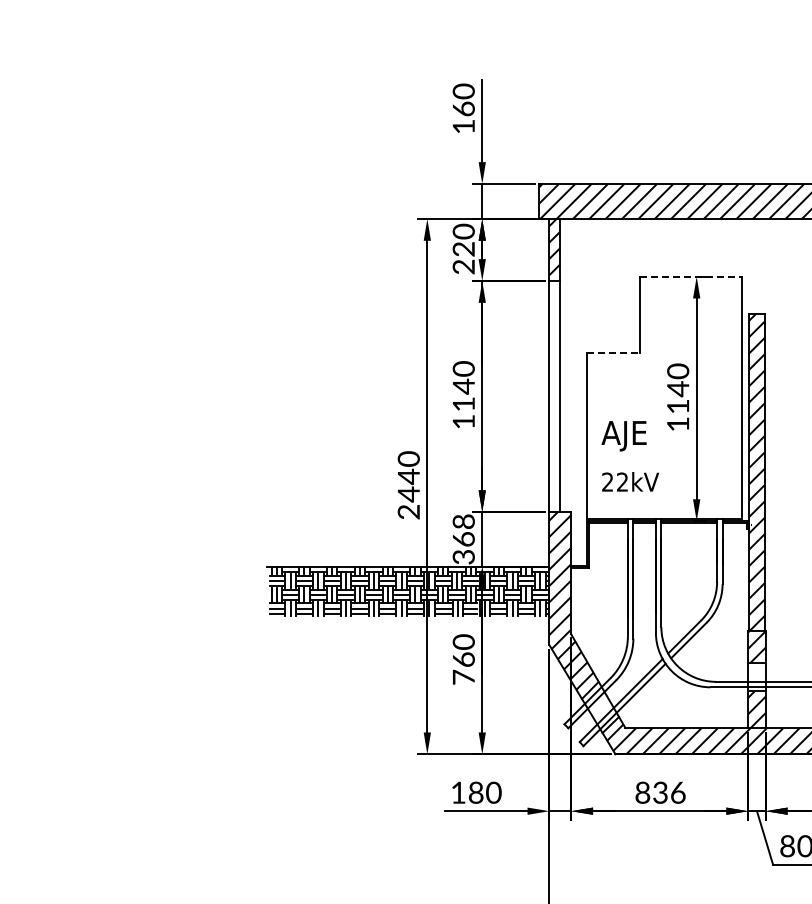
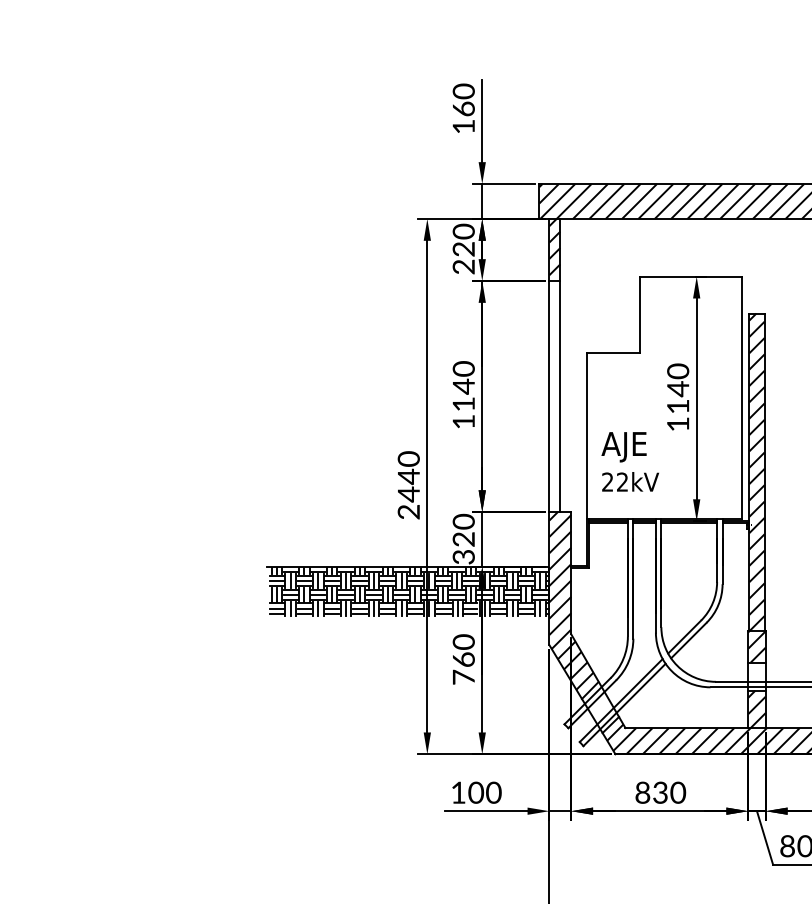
line at (691, 276): dashed -> solid
line at (614, 353): dashed -> solid
text at (623, 436) position: (623, 436) -> (623, 447)
text at (463, 529): 368 -> 320
text at (476, 792): 180 -> 100
text at (678, 792): 836 -> 830
